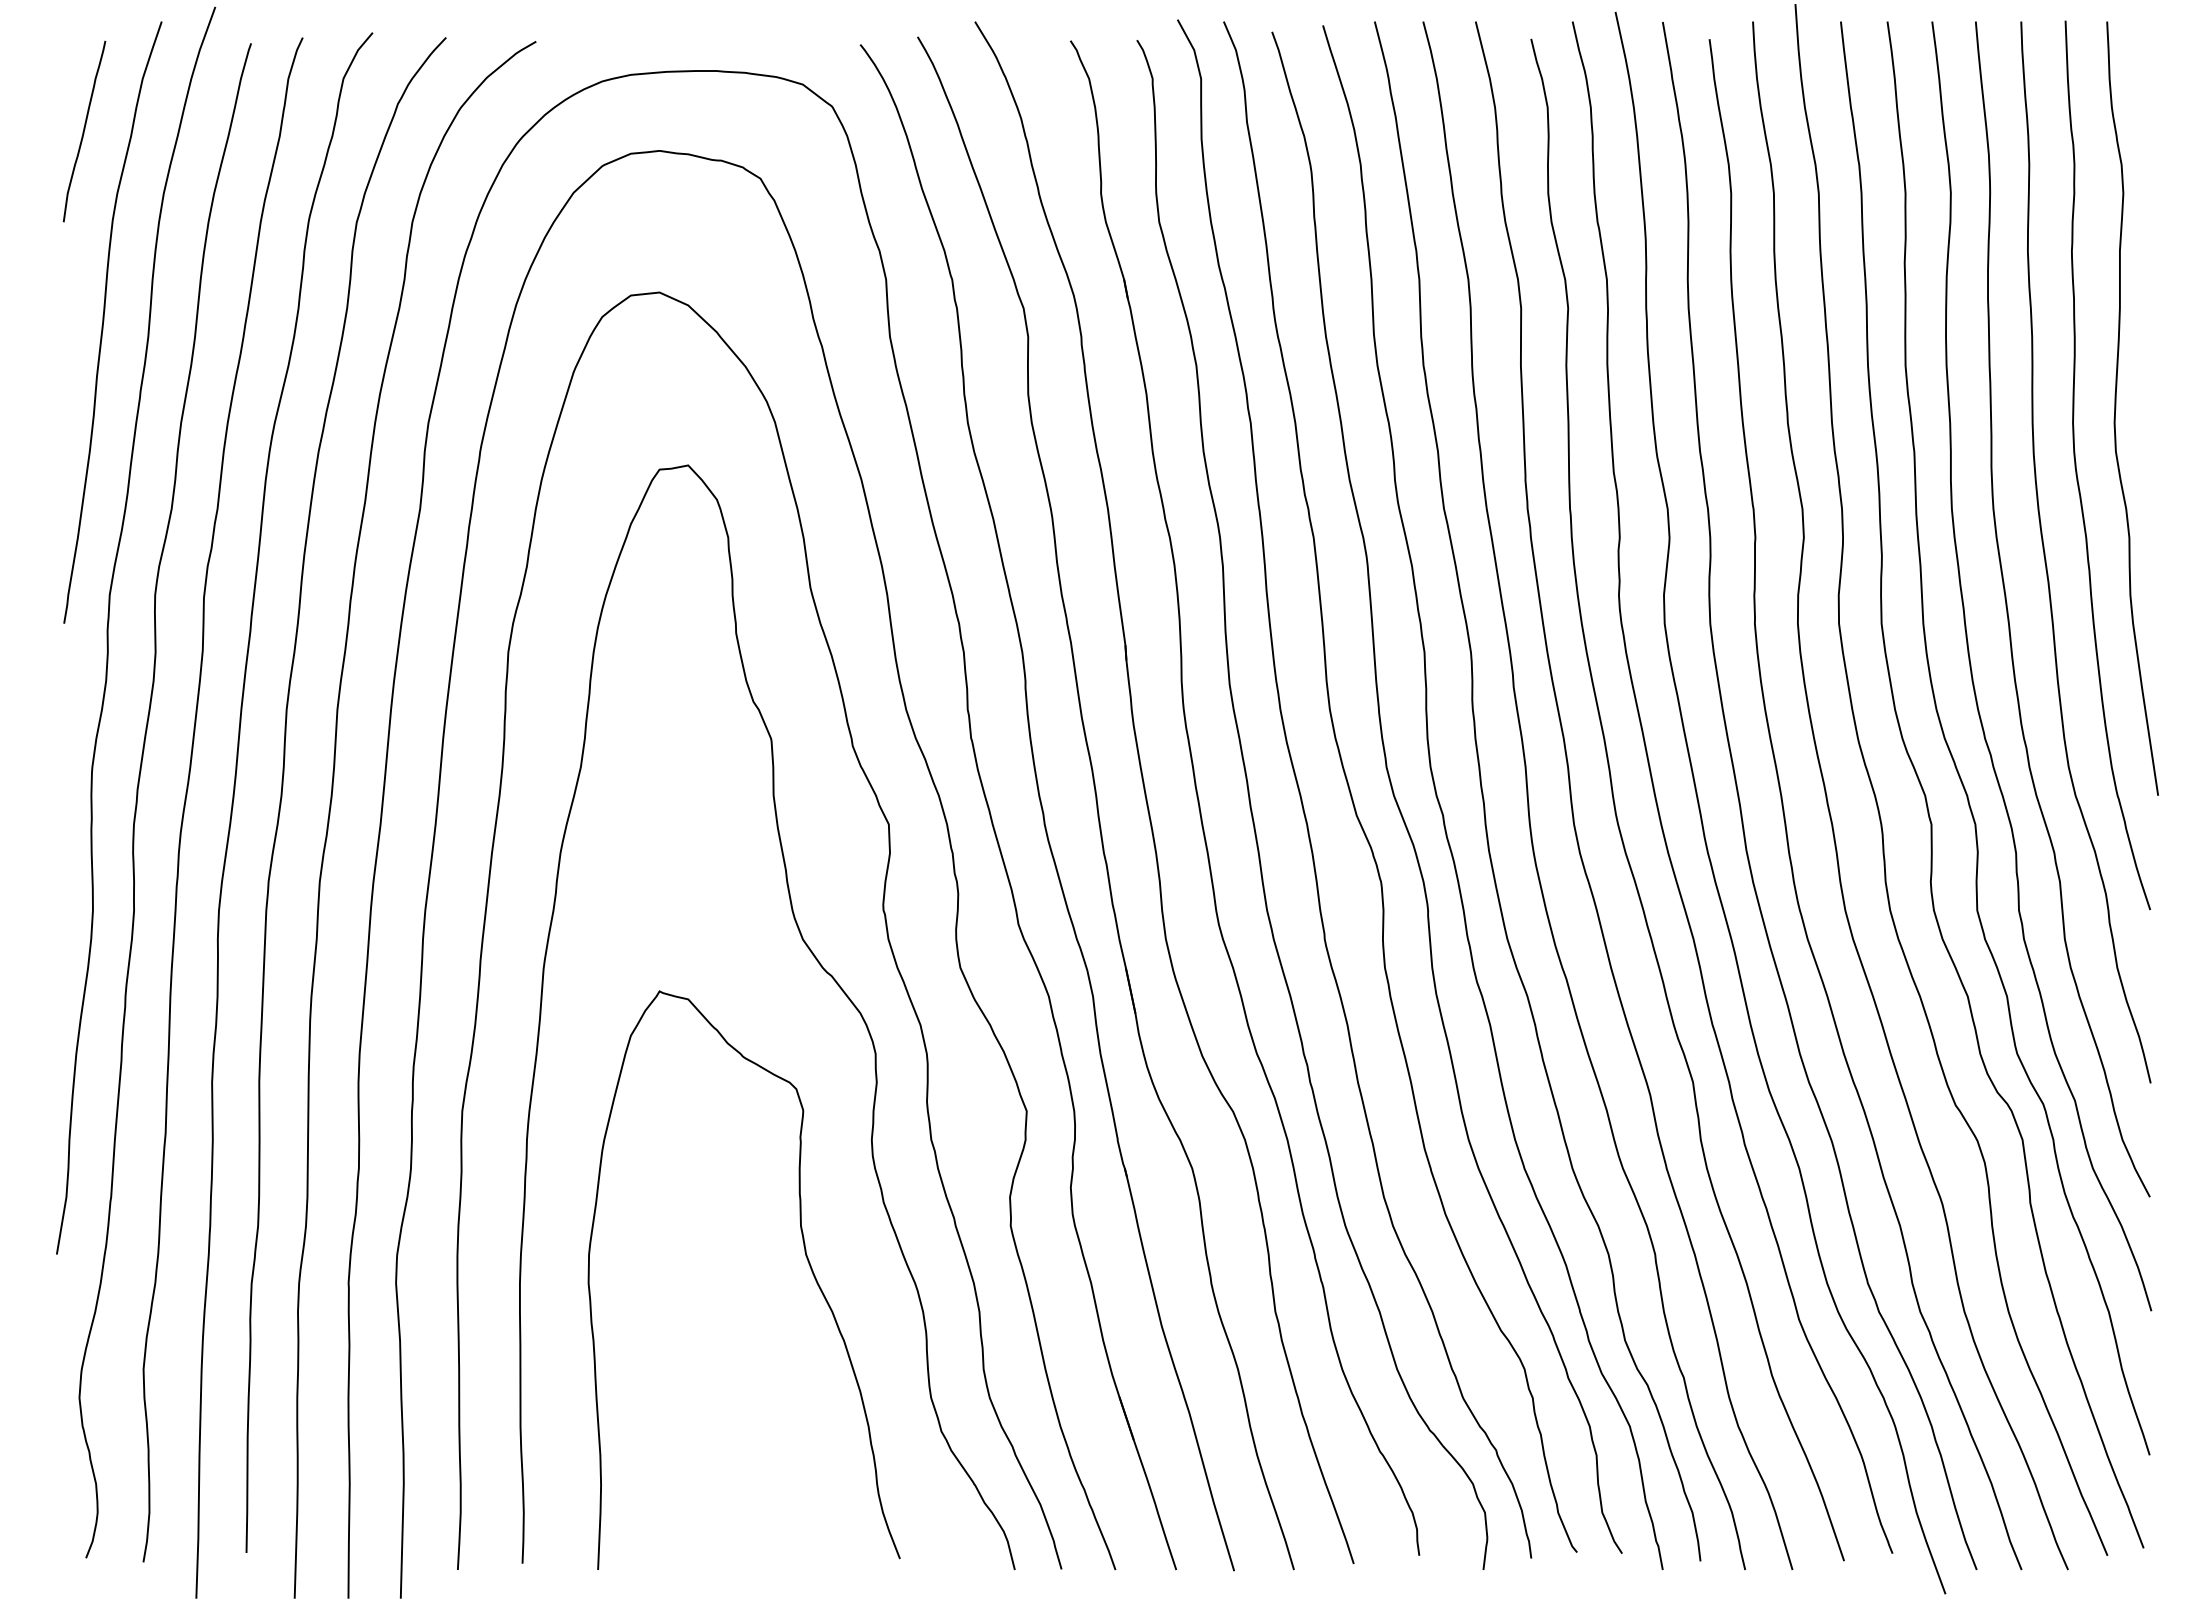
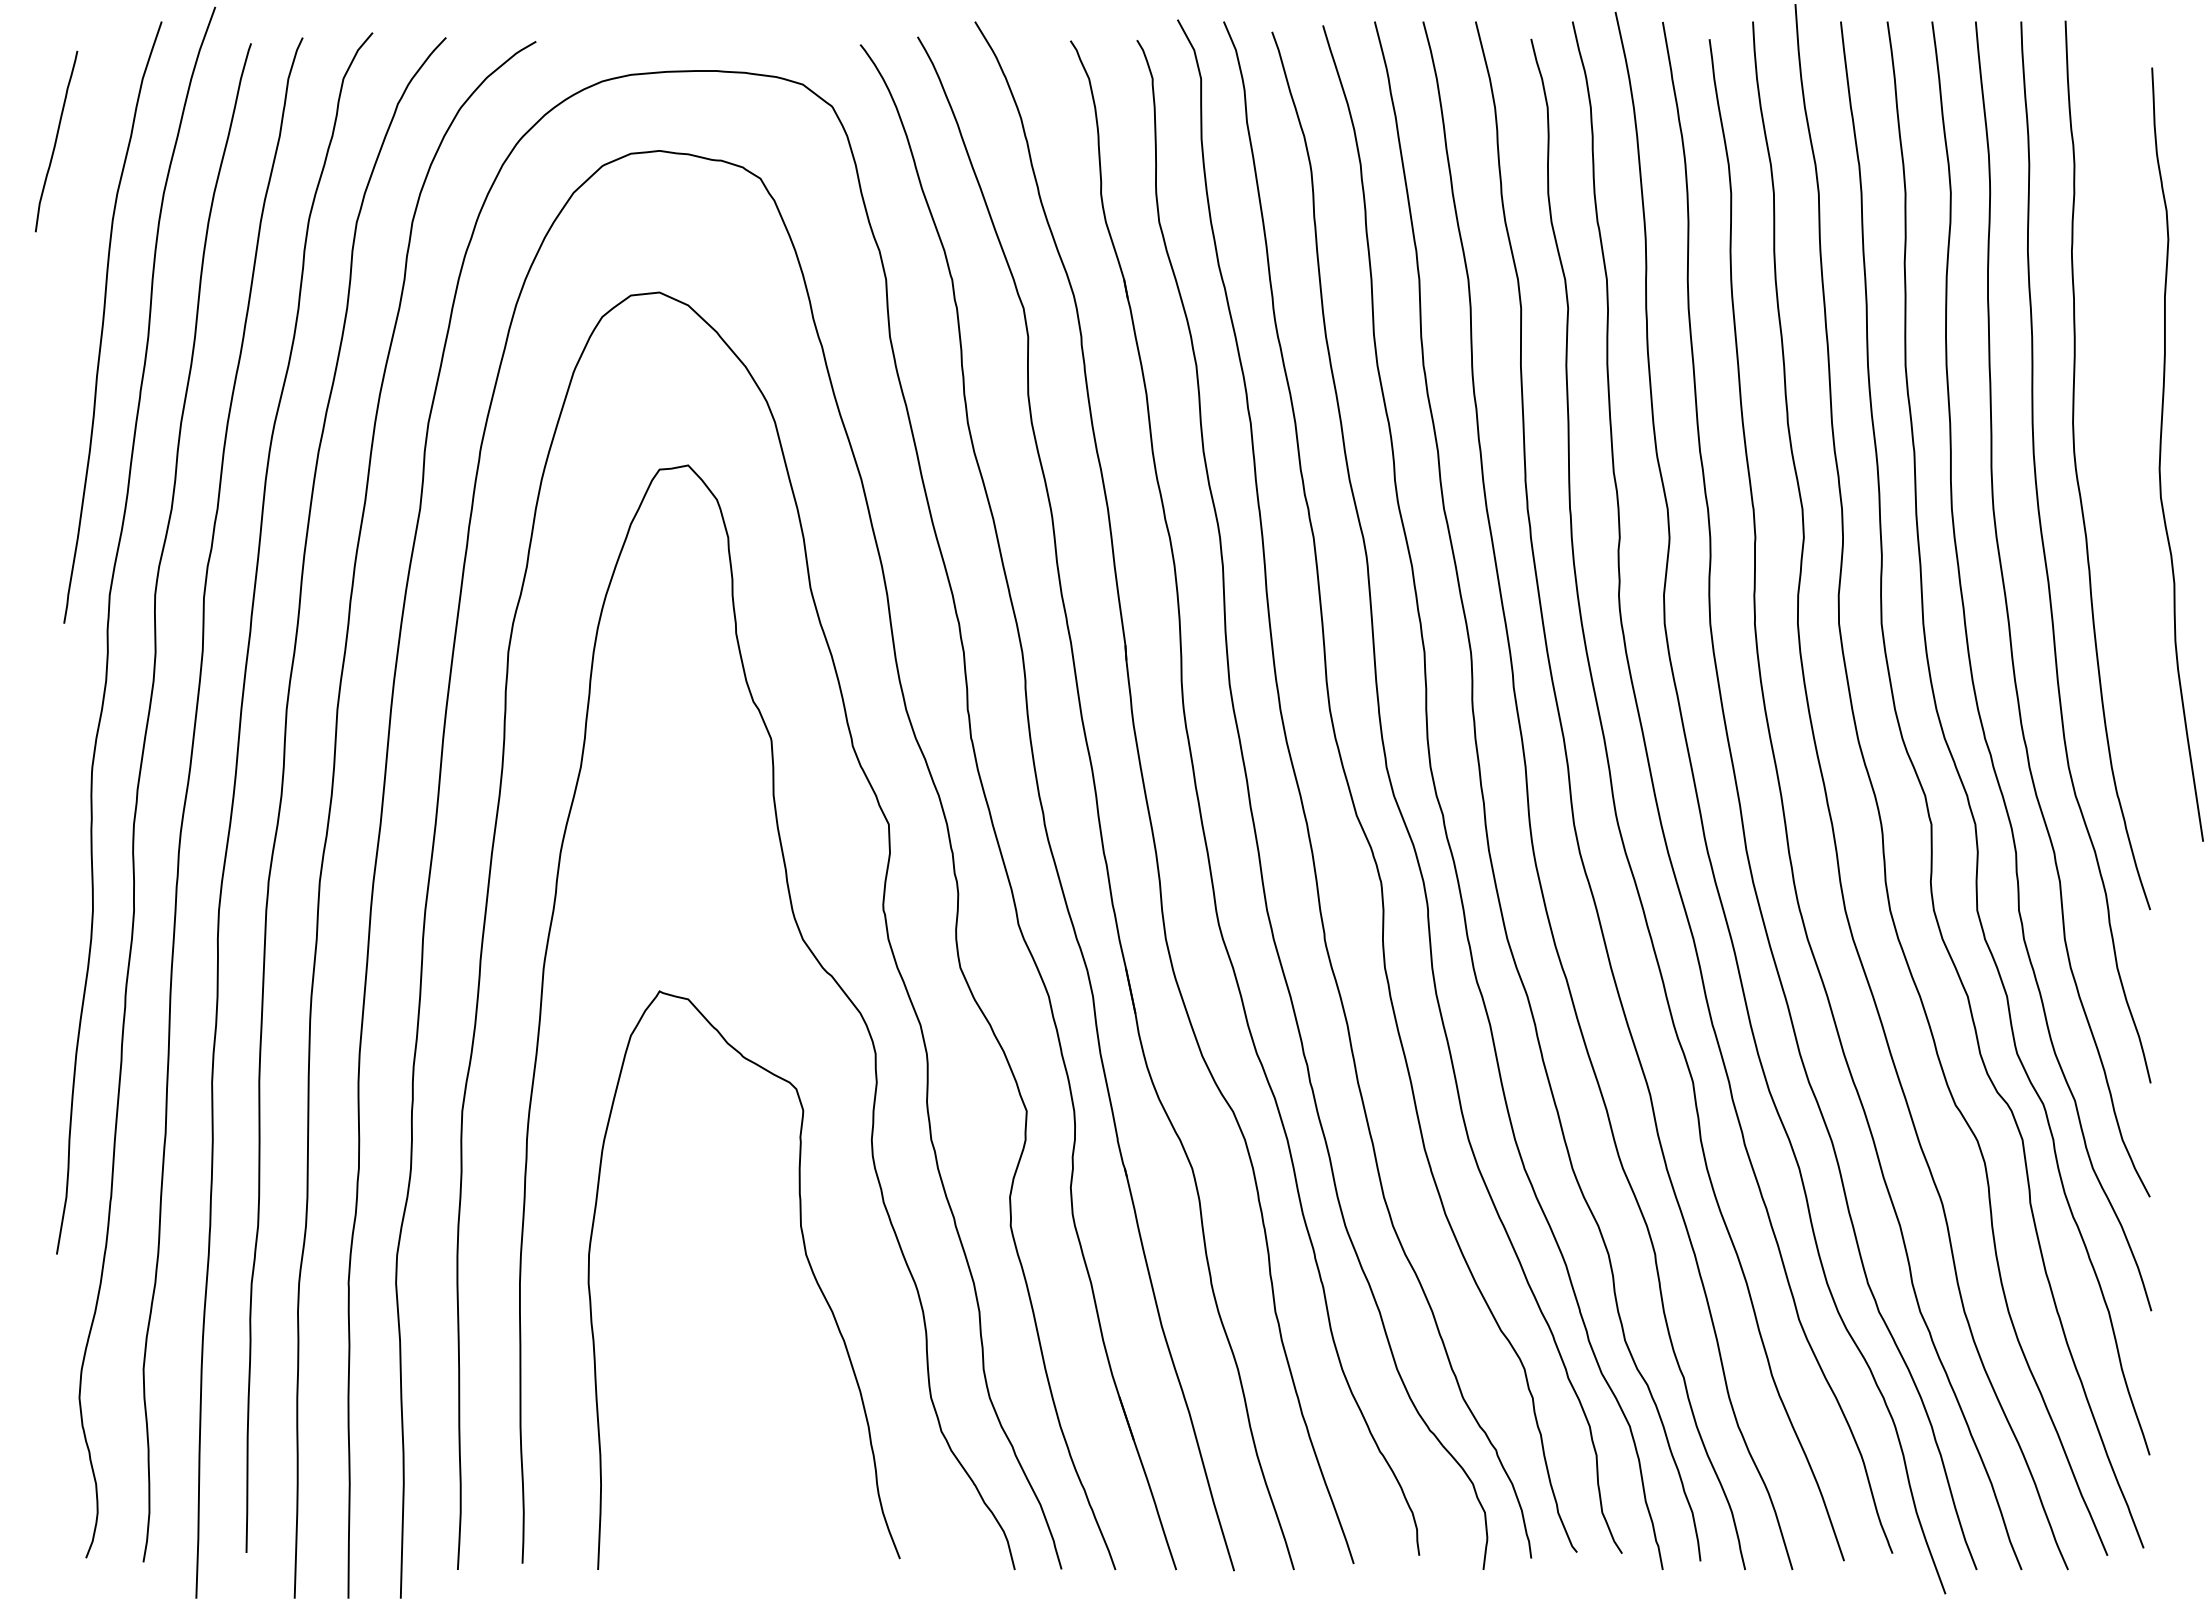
curve at (84, 131) position: (84, 131) -> (56, 141)
curve at (2116, 408) position: (2116, 408) -> (2161, 454)
